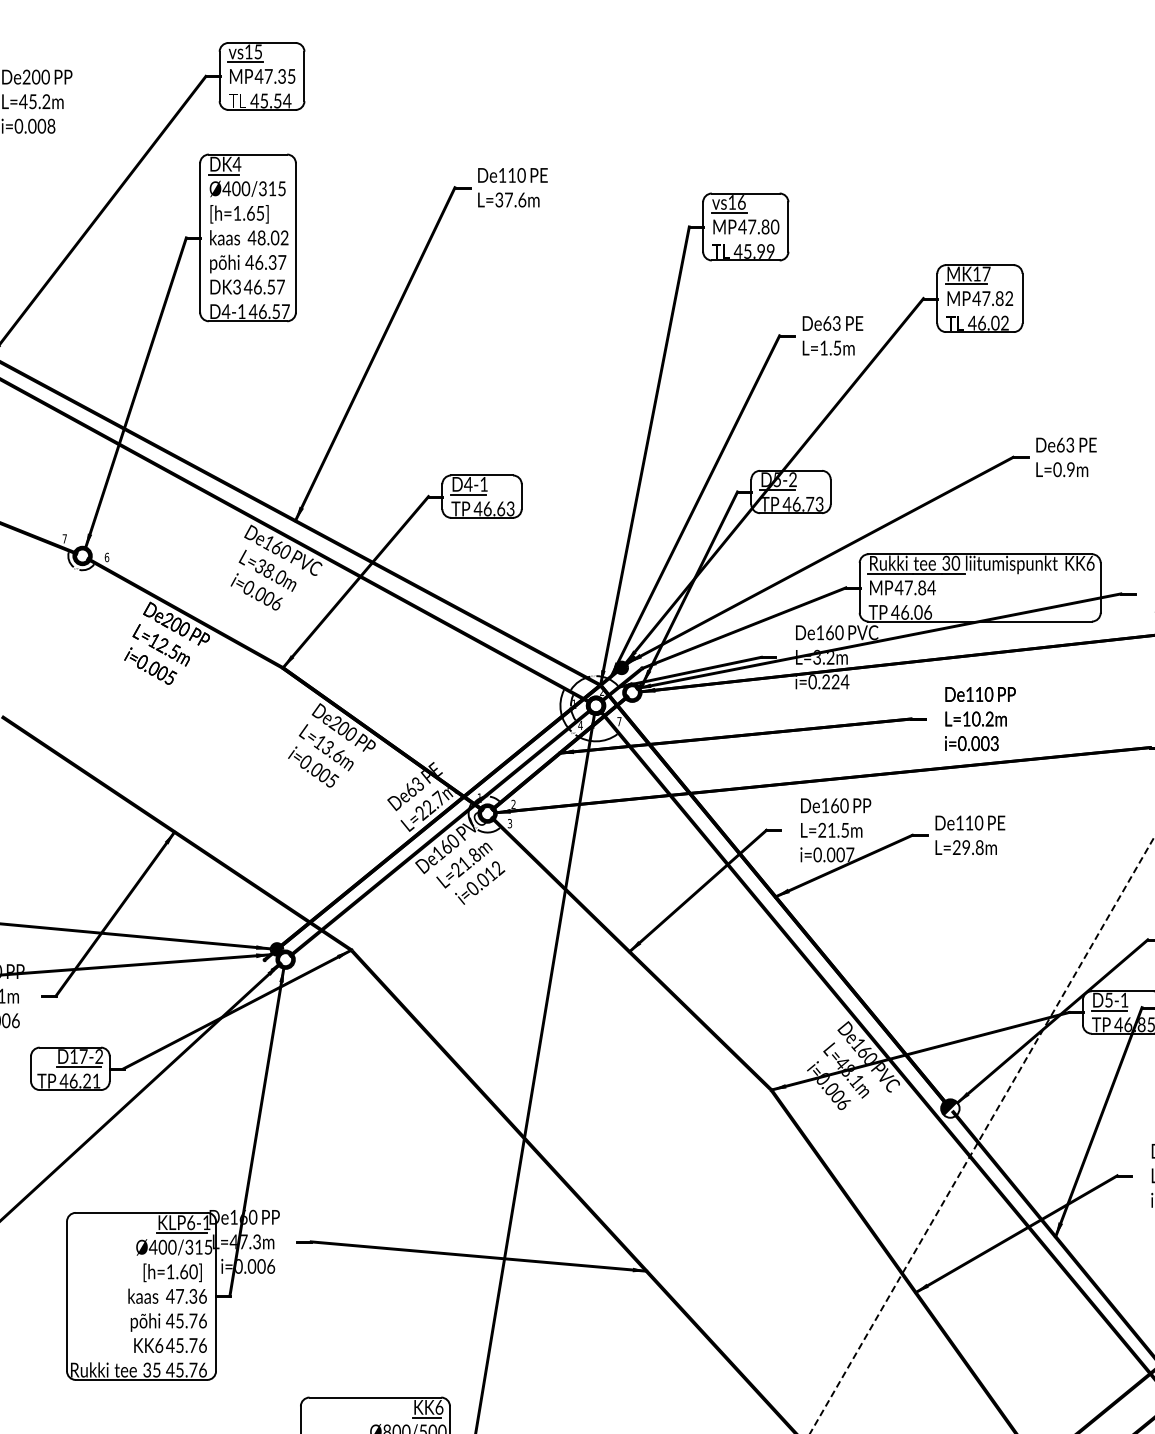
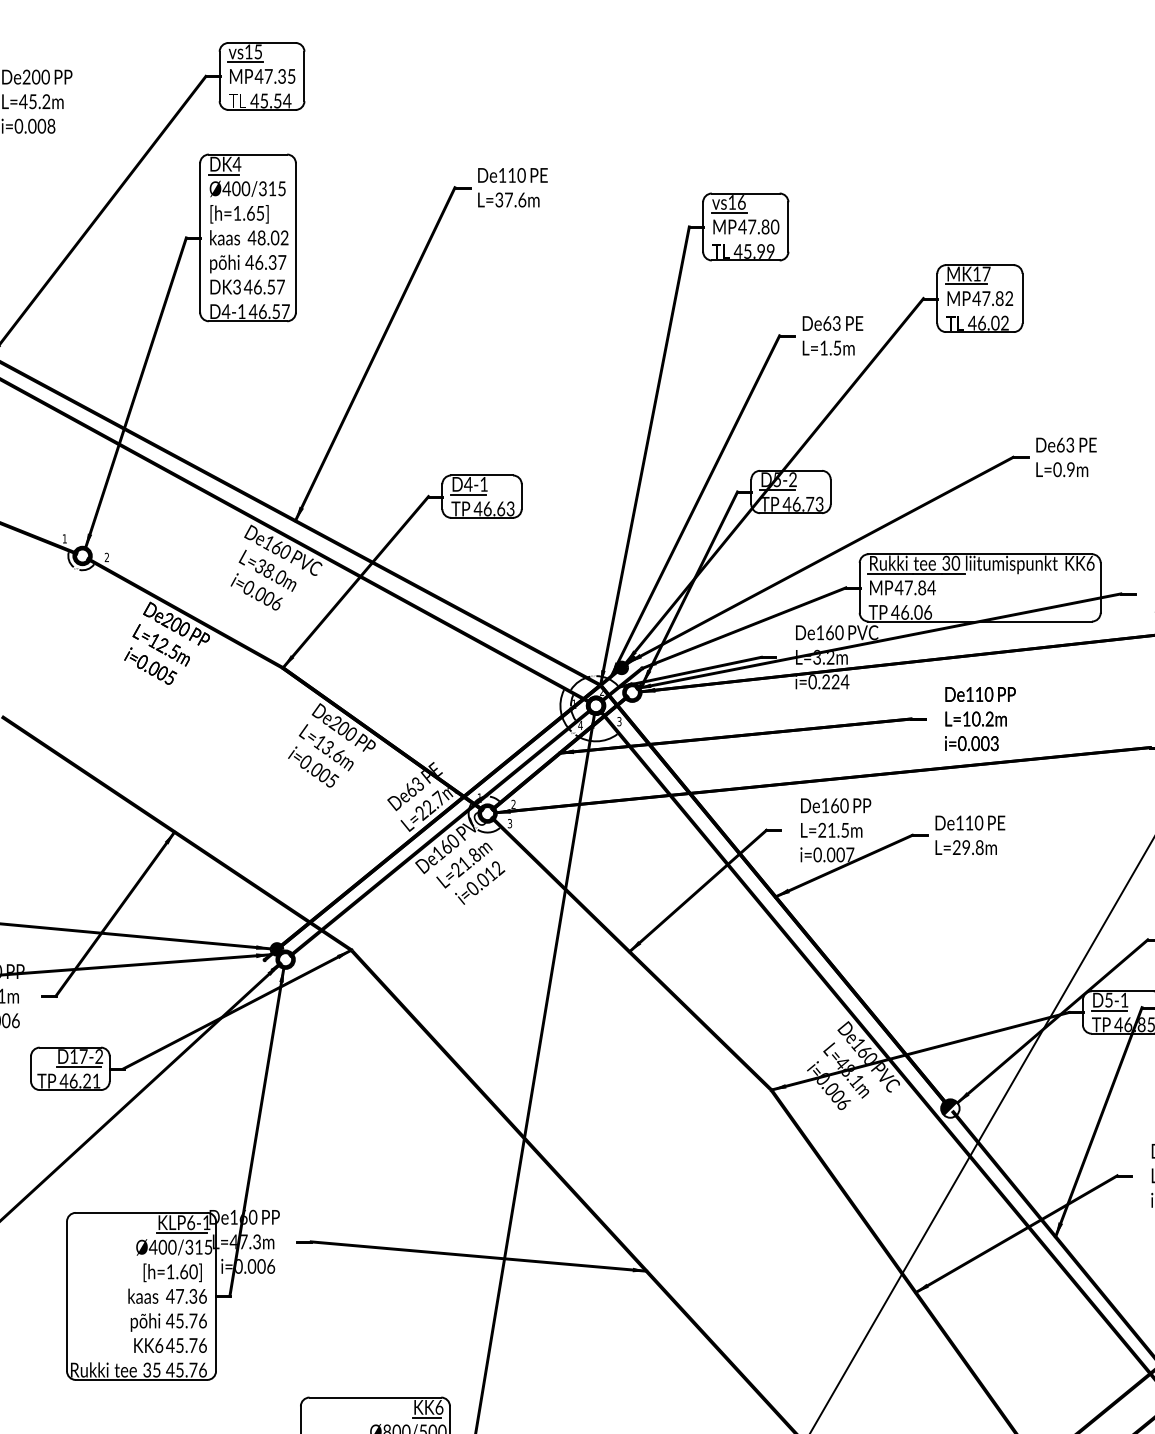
text at (64, 538): 7 -> 1
text at (106, 557): 6 -> 2
text at (619, 721): 7 -> 3
line at (982, 1135): dashed -> solid
